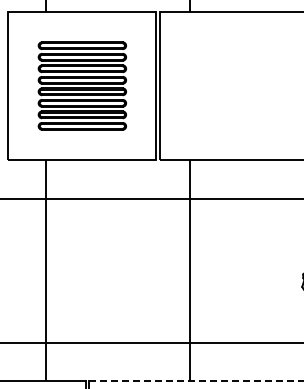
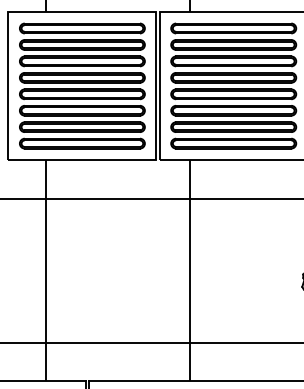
part at (82, 85) size: 91x90 px -> 127x128 px
part at (233, 85): none -> present
line at (196, 380): dashed -> solid
